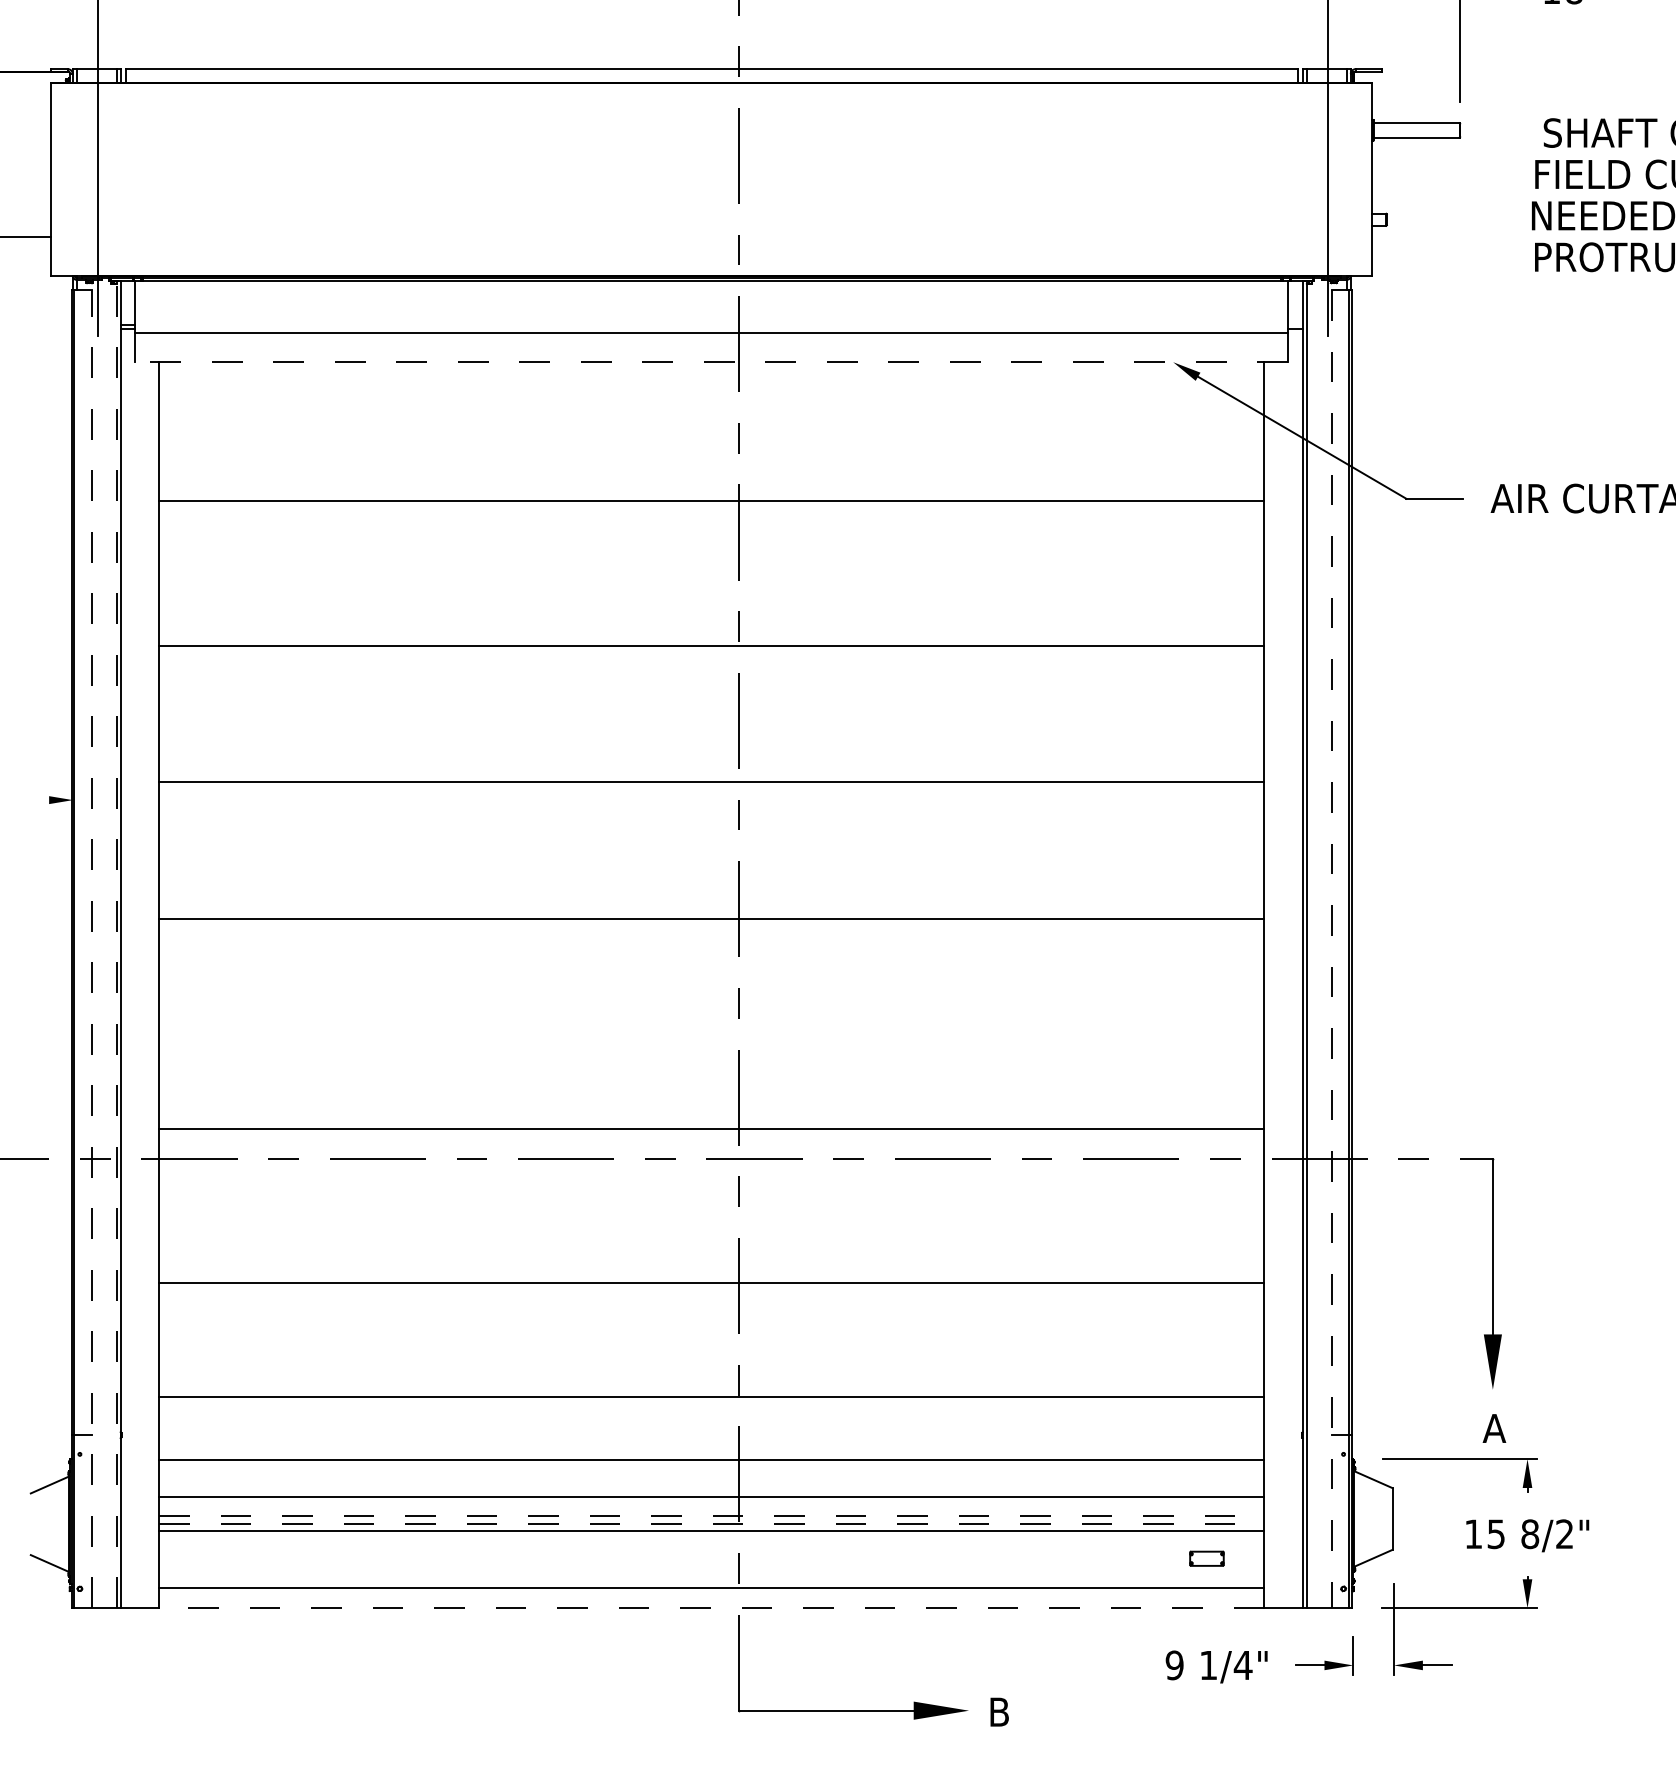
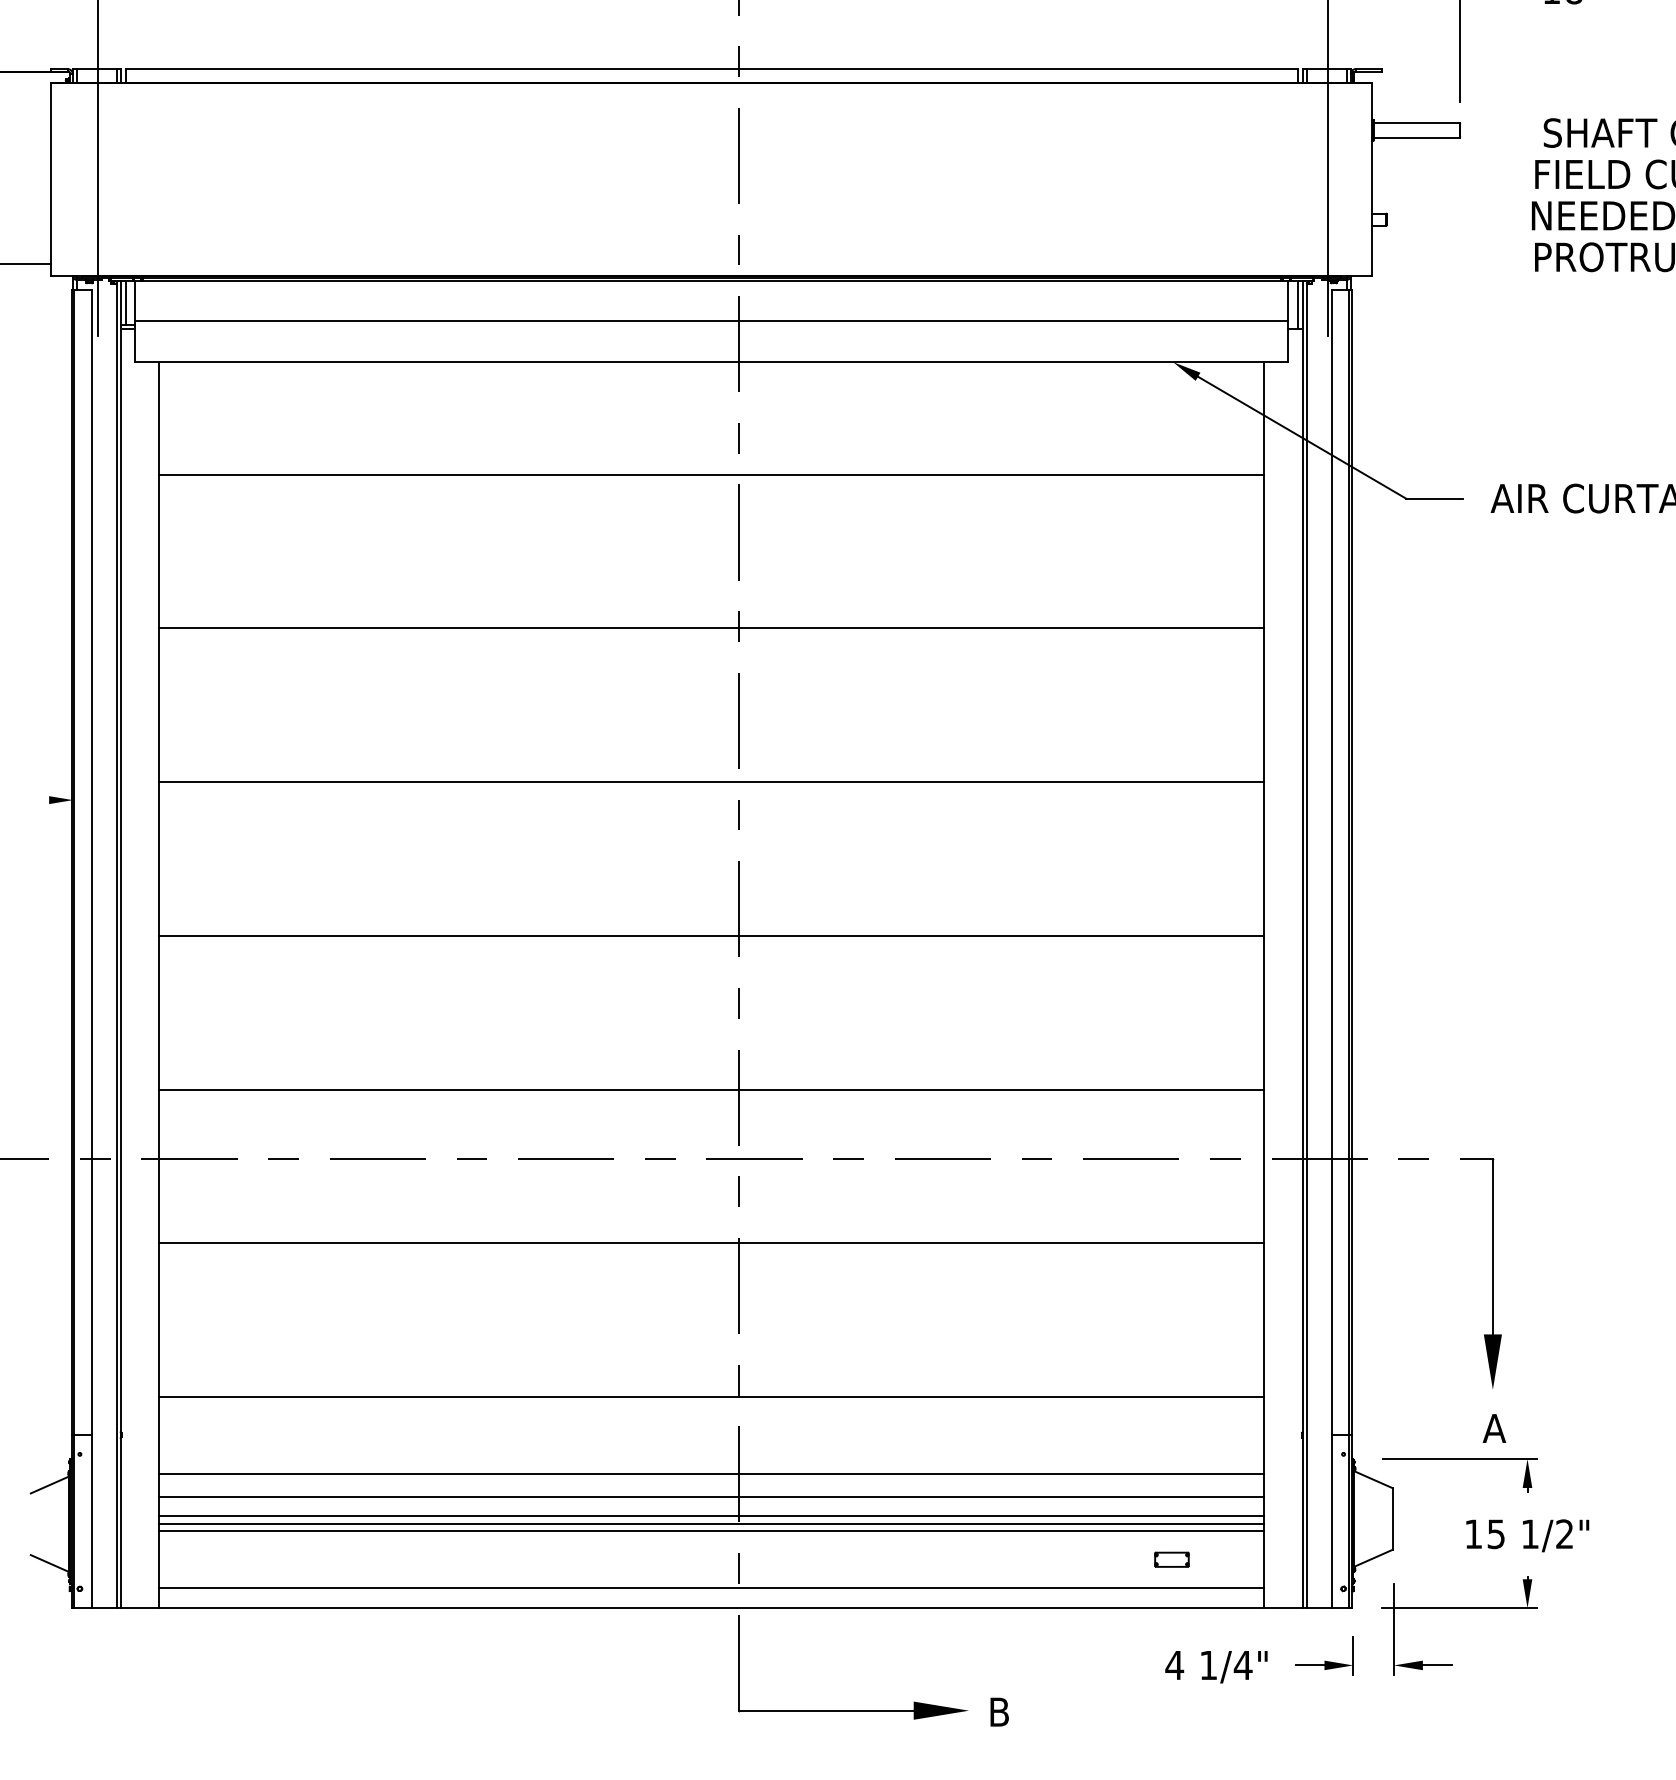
line at (26, 236) position: (26, 236) -> (26, 263)
line at (125, 302): none -> present
line at (1297, 304): none -> present
line at (711, 333) position: (711, 333) -> (711, 321)
line at (711, 362): dashed -> solid
line at (711, 500) position: (711, 500) -> (711, 474)
line at (711, 646) position: (711, 646) -> (711, 628)
line at (711, 918) position: (711, 918) -> (711, 935)
line at (116, 945): dashed -> solid
line at (91, 949): dashed -> solid
line at (1331, 949): dashed -> solid
line at (711, 1128) position: (711, 1128) -> (711, 1089)
line at (711, 1283) position: (711, 1283) -> (711, 1243)
line at (711, 1460) position: (711, 1460) -> (711, 1474)
line at (711, 1516): dashed -> solid
line at (711, 1523): dashed -> solid
text at (1530, 1534): 8/2" -> 1/2"
part at (1206, 1558) position: (1206, 1558) -> (1171, 1559)
line at (711, 1608): dashed -> solid
text at (1174, 1665): 9 -> 4
